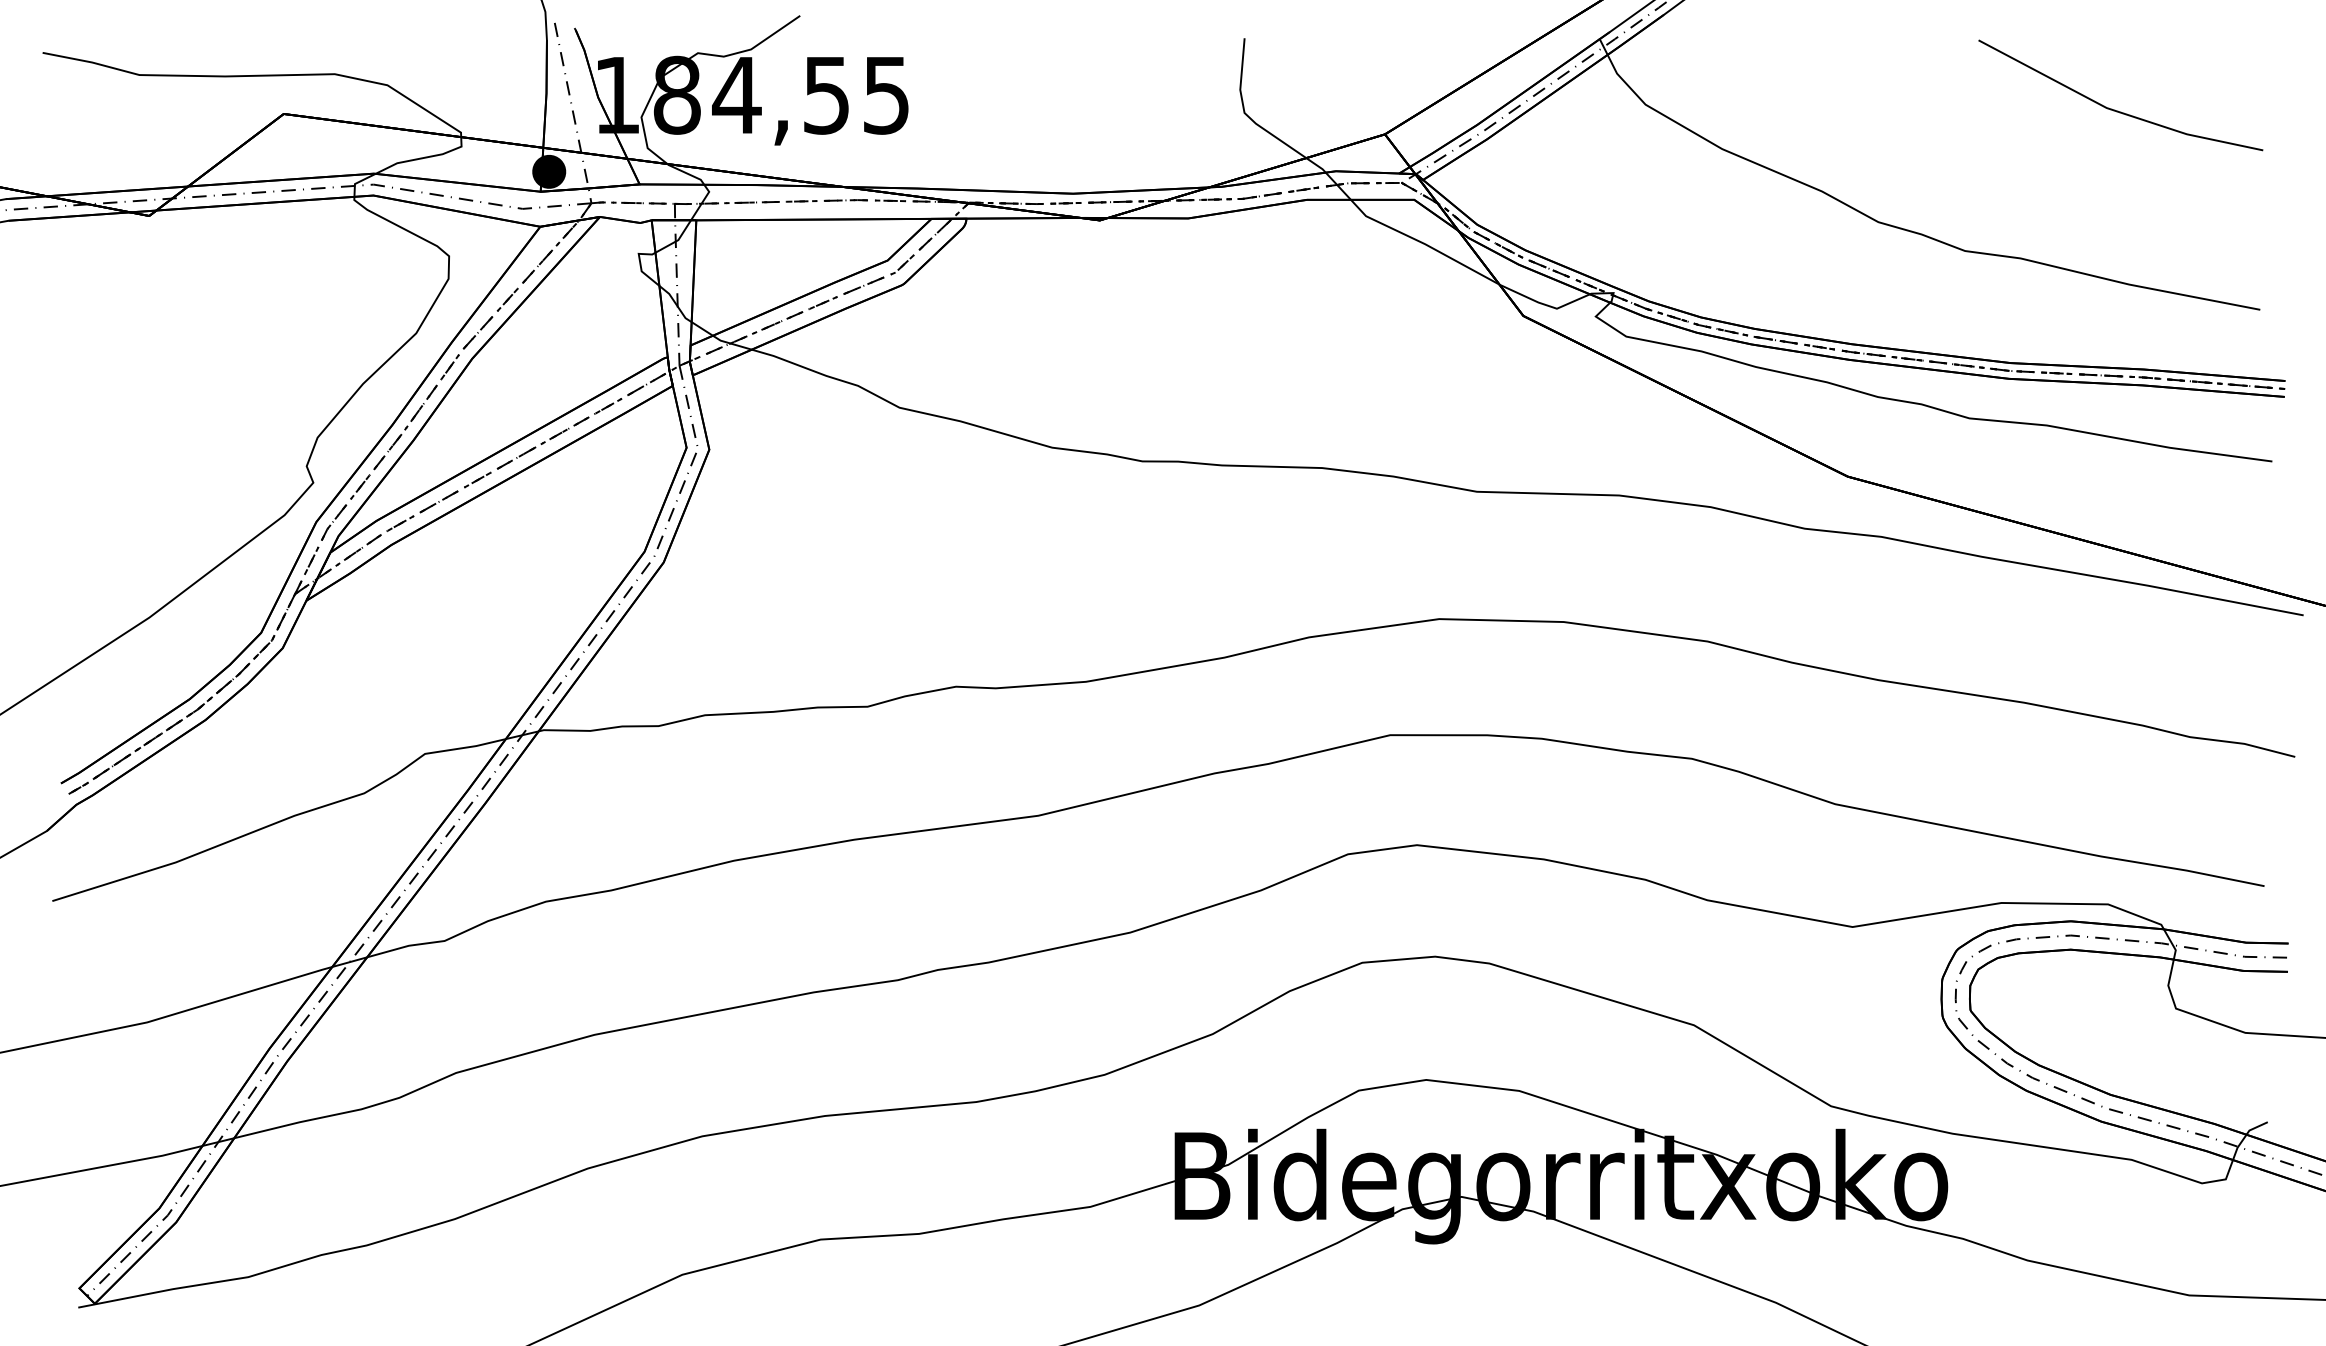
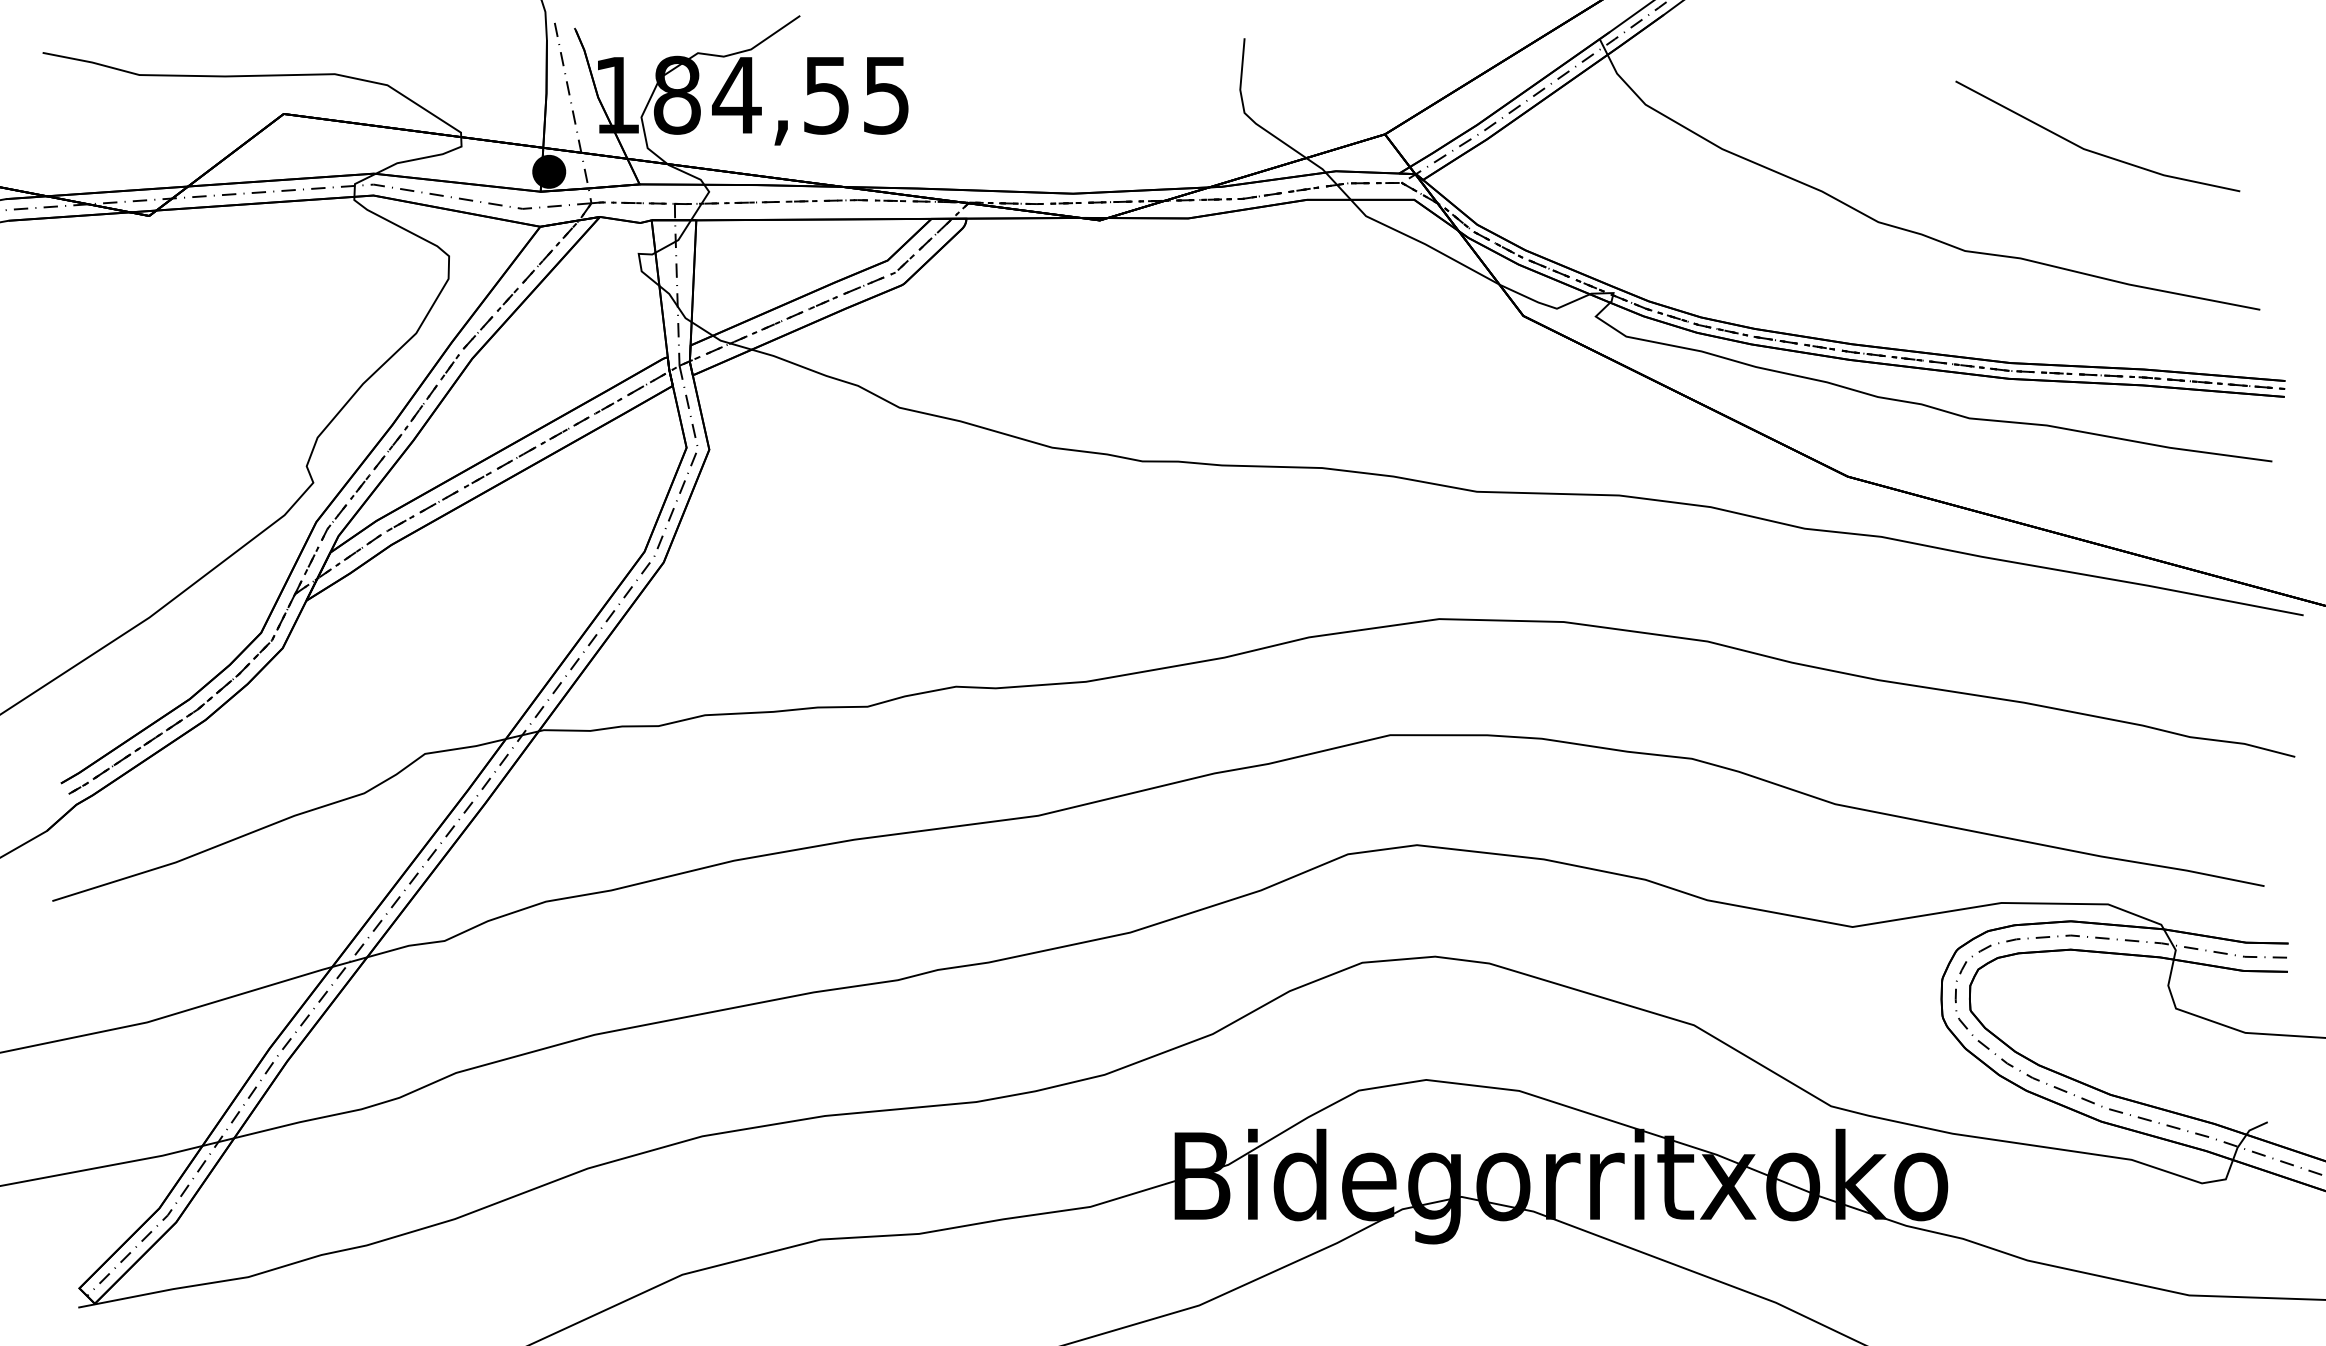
line at (2118, 110) position: (2118, 110) -> (2095, 151)
